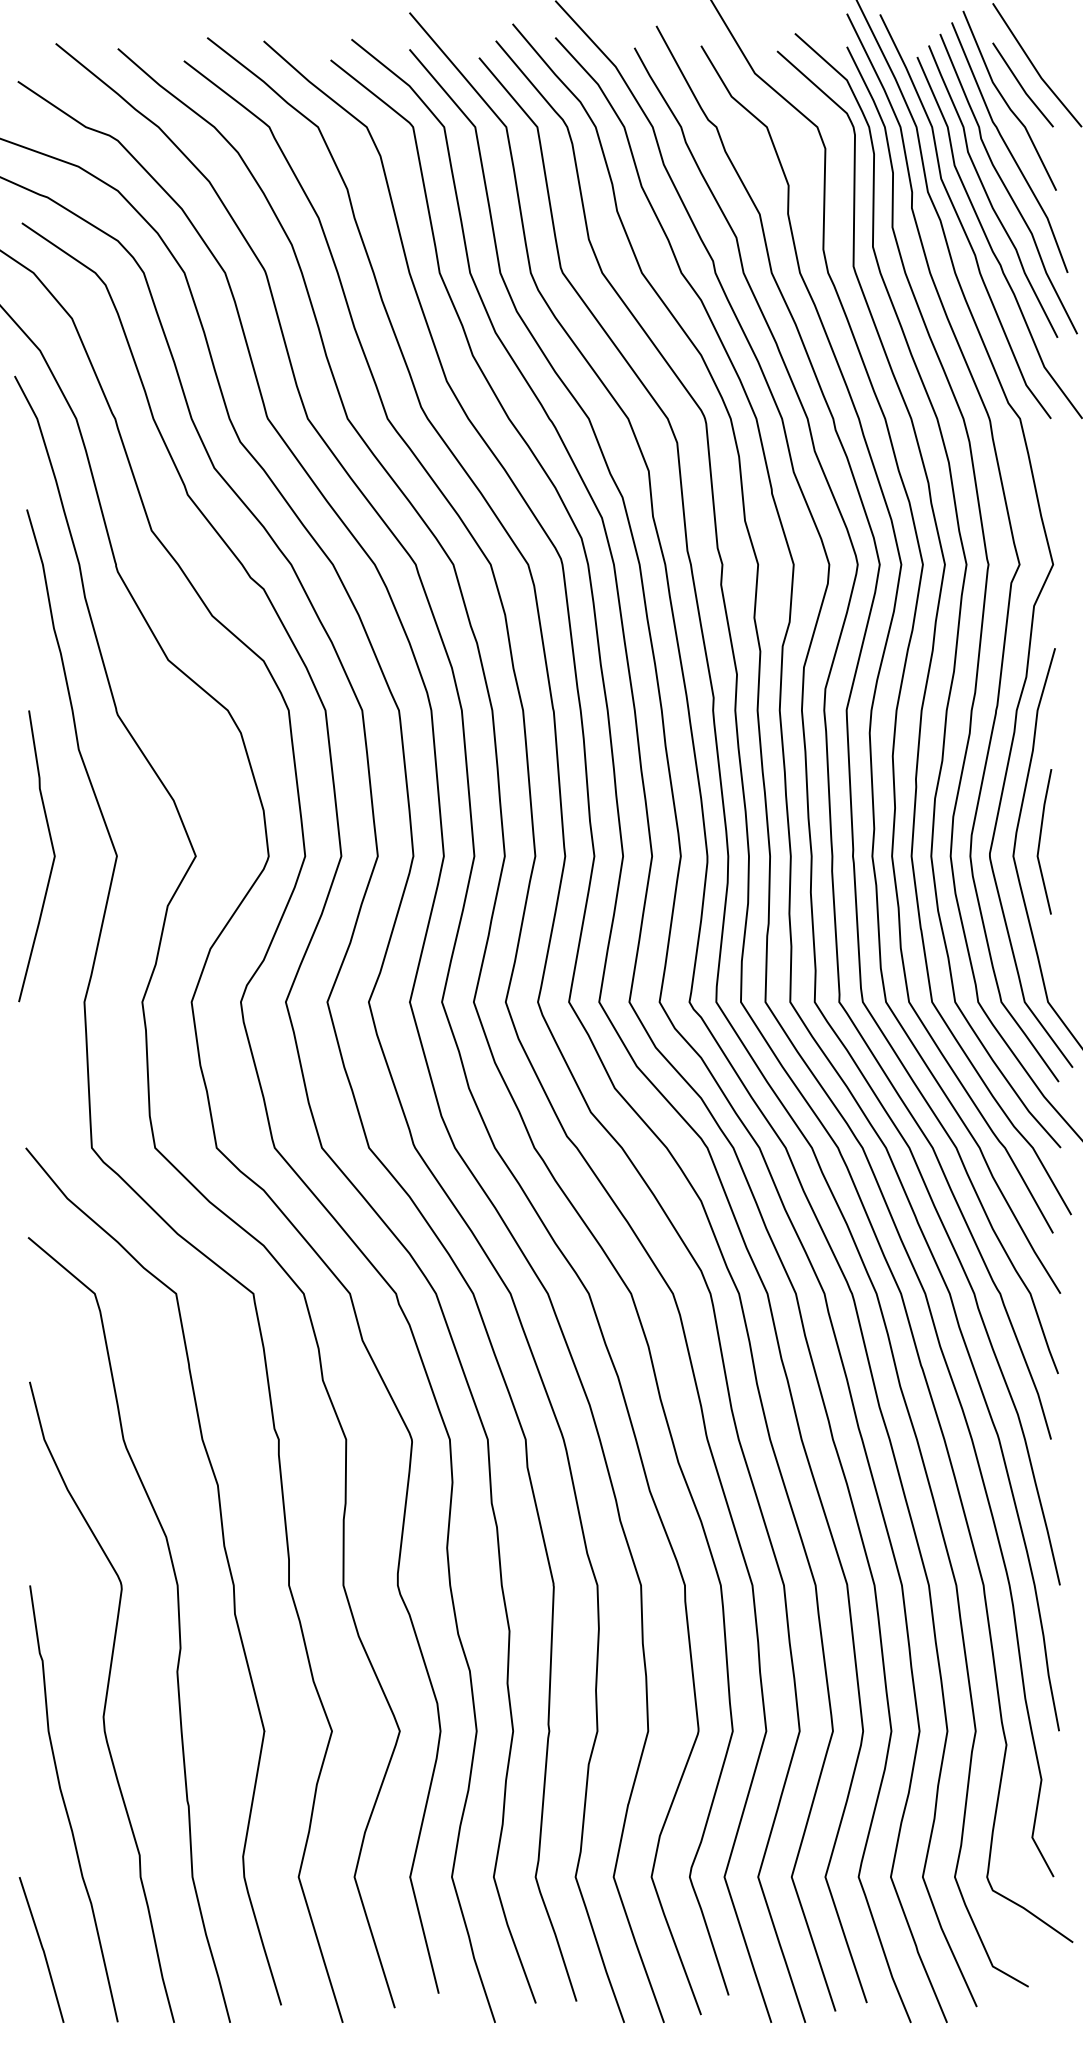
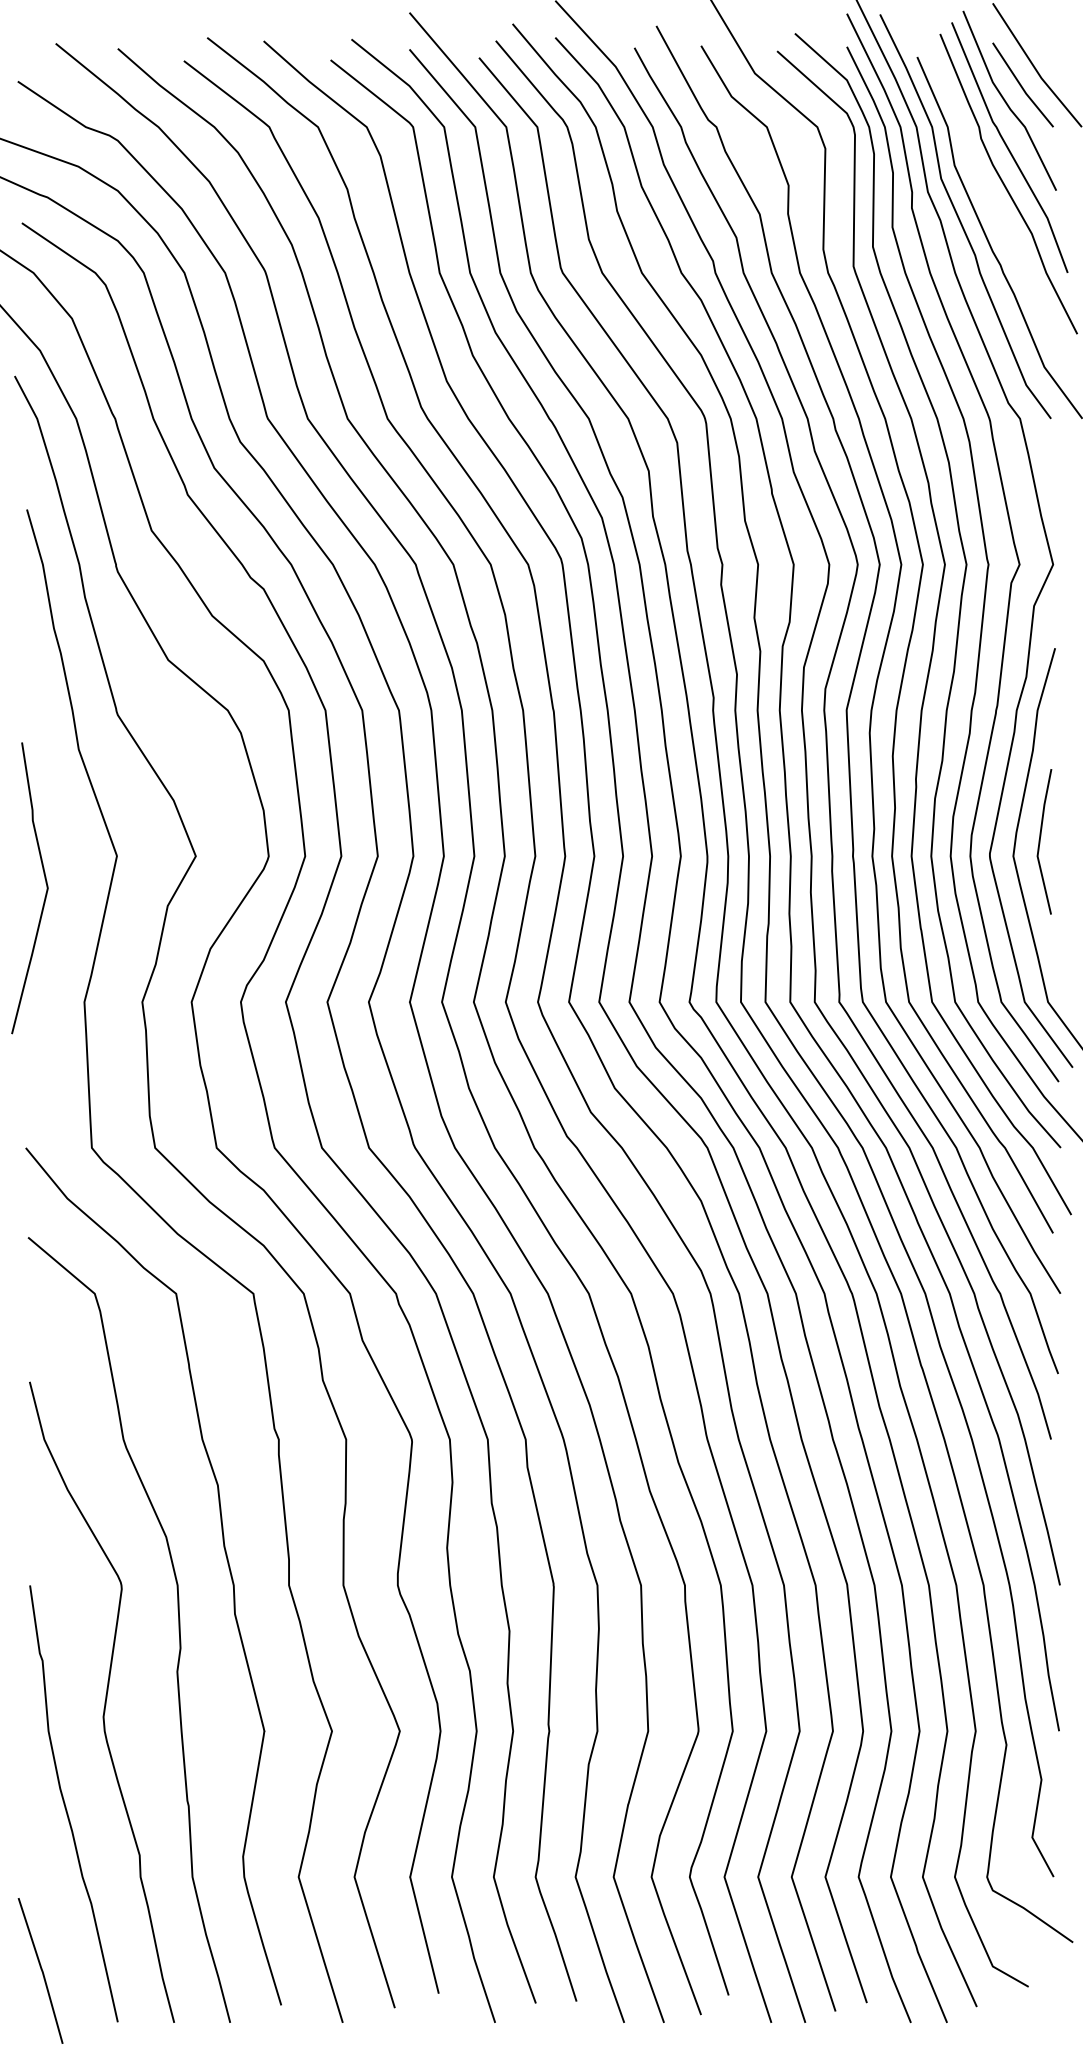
curve at (987, 193): present -> none
curve at (52, 860) position: (52, 860) -> (45, 892)
line at (41, 1948) position: (41, 1948) -> (40, 1969)
